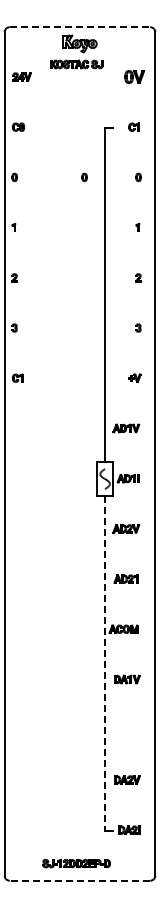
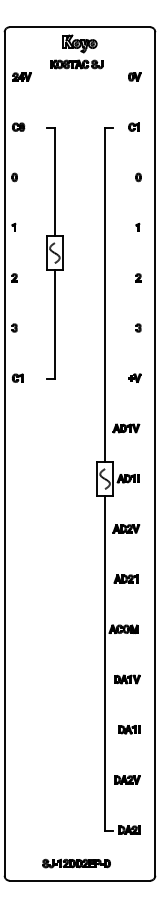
line at (80, 27): dashed -> solid
part at (134, 76) size: 22x14 px -> 14x10 px
part at (84, 177): present -> none
part at (54, 253): none -> present
line at (105, 663): dashed -> solid
part at (129, 729): none -> present
line at (79, 880): dashed -> solid
